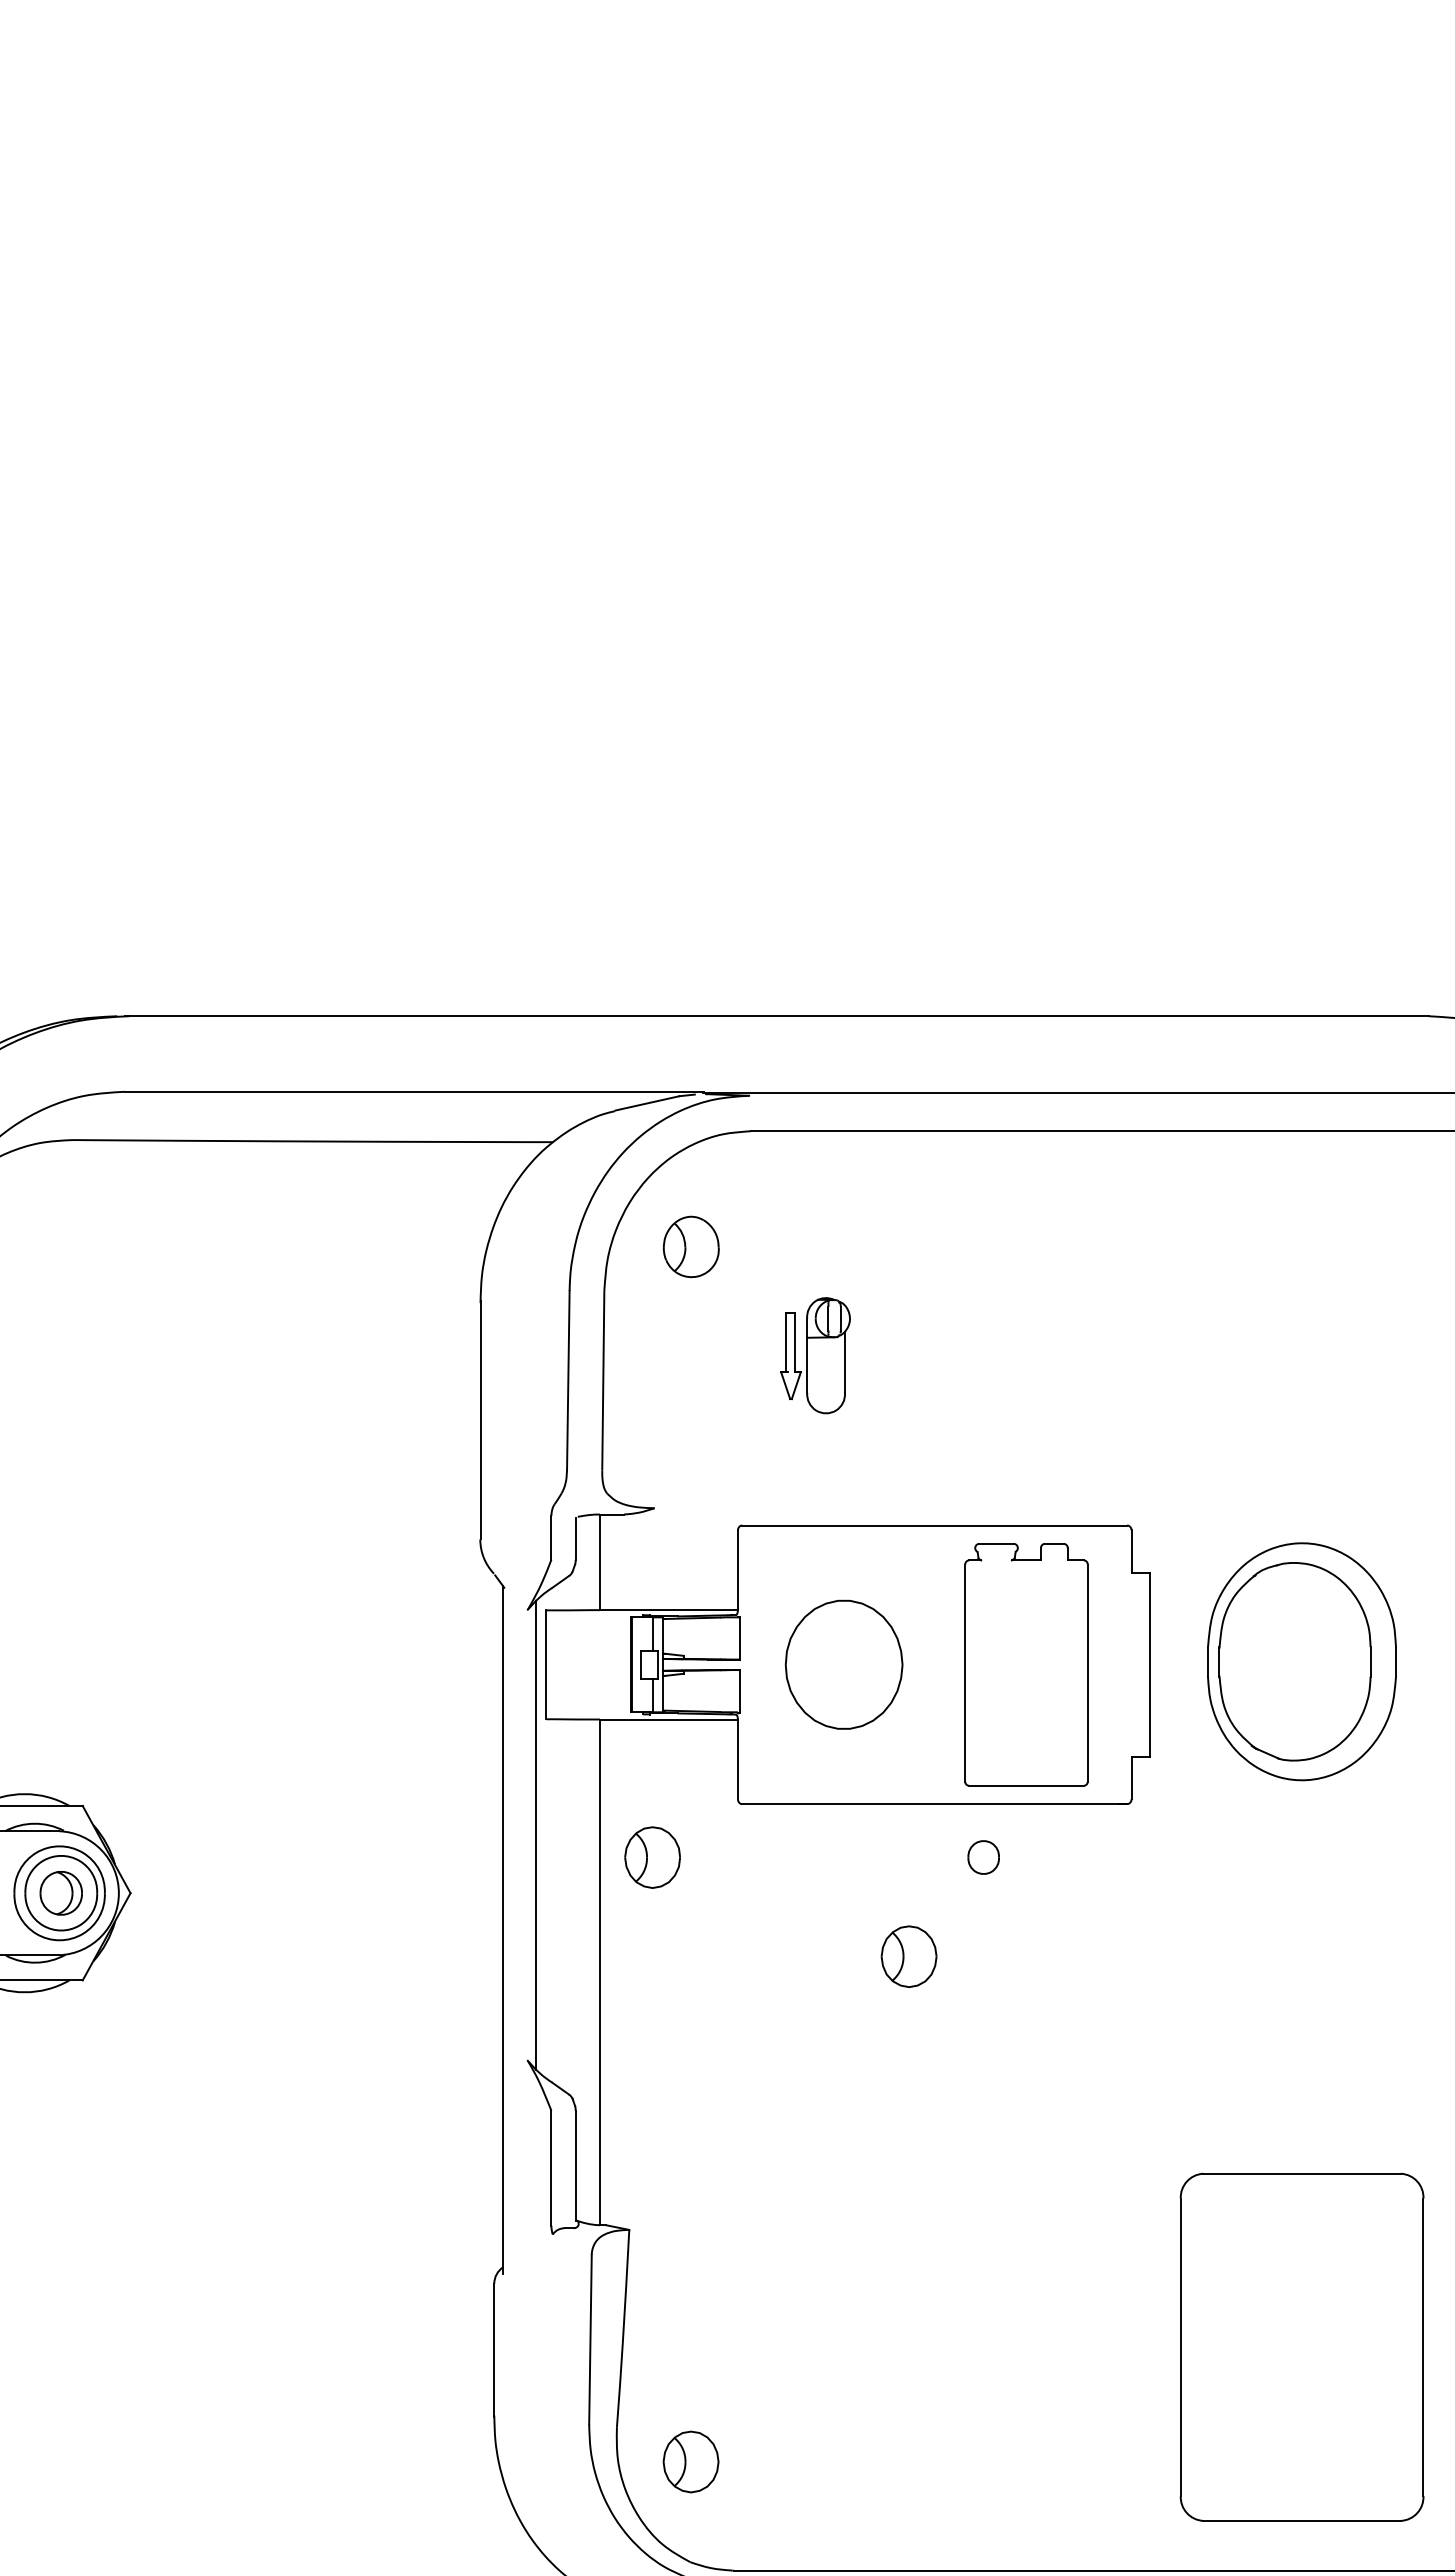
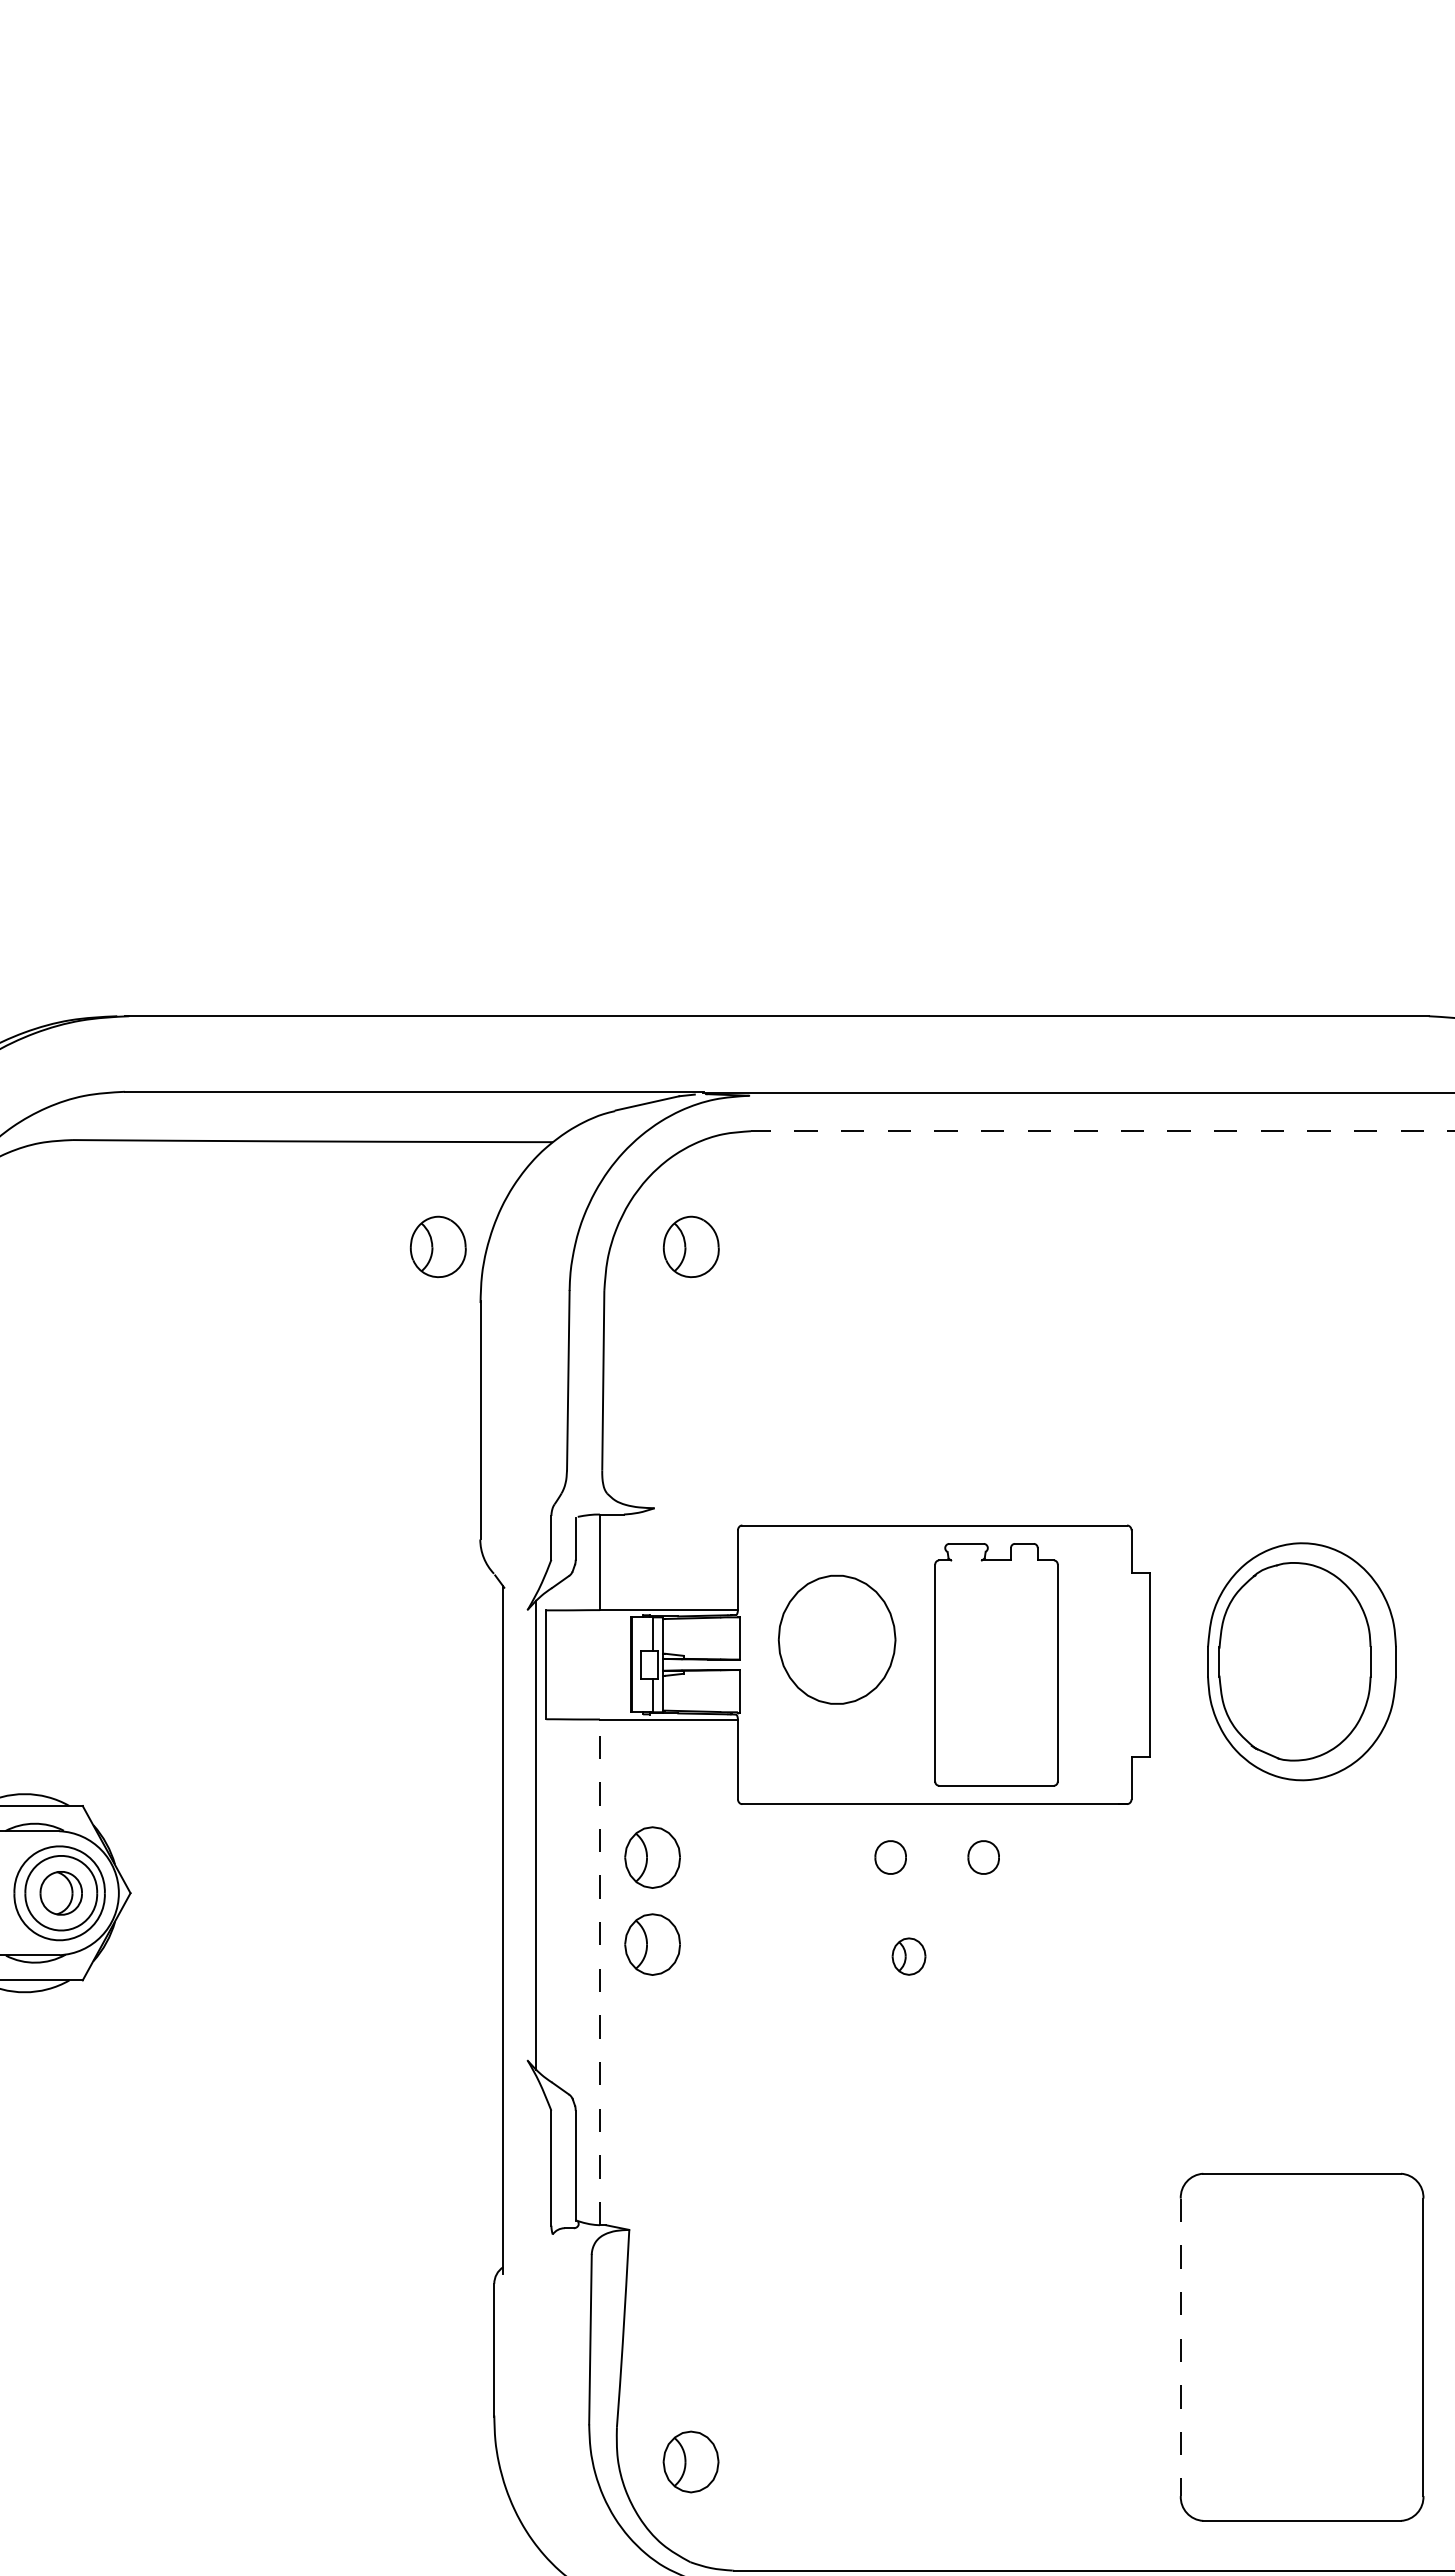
line at (1102, 1131): solid -> dashed
part at (437, 1246): none -> present
part at (815, 1355): present -> none
part at (843, 1664) position: (843, 1664) -> (836, 1639)
part at (1026, 1664) position: (1026, 1664) -> (996, 1664)
part at (890, 1857): none -> present
part at (652, 1944): none -> present
part at (908, 1956) size: 58x63 px -> 36x39 px
line at (599, 1972): solid -> dashed
line at (1180, 2347): solid -> dashed
